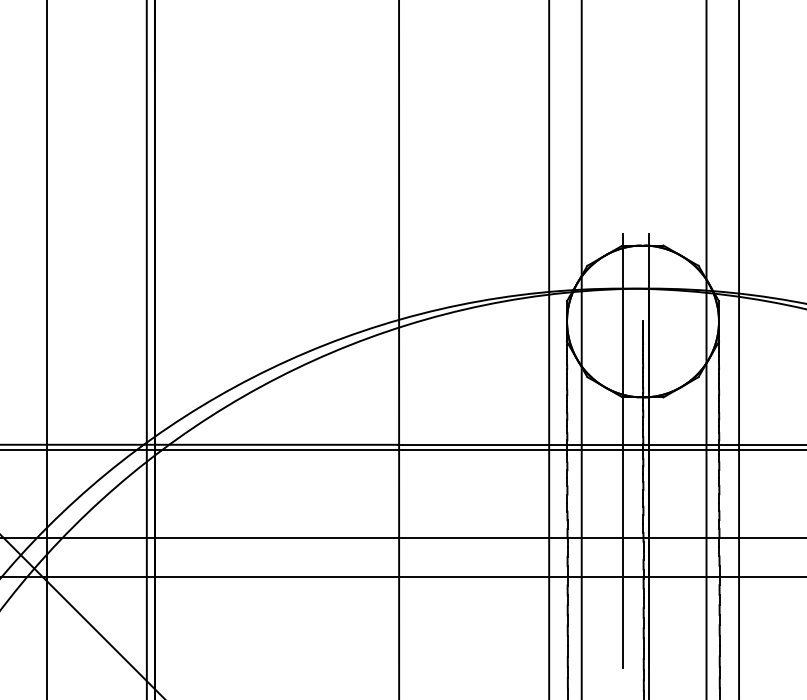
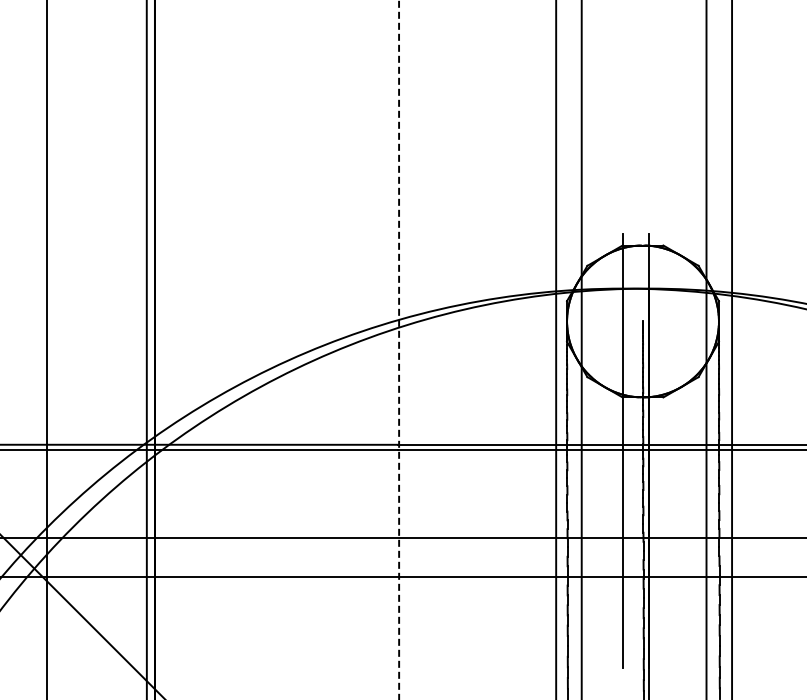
line at (399, 349): solid -> dashed
line at (549, 349) position: (549, 349) -> (556, 349)
line at (739, 349) position: (739, 349) -> (732, 349)
